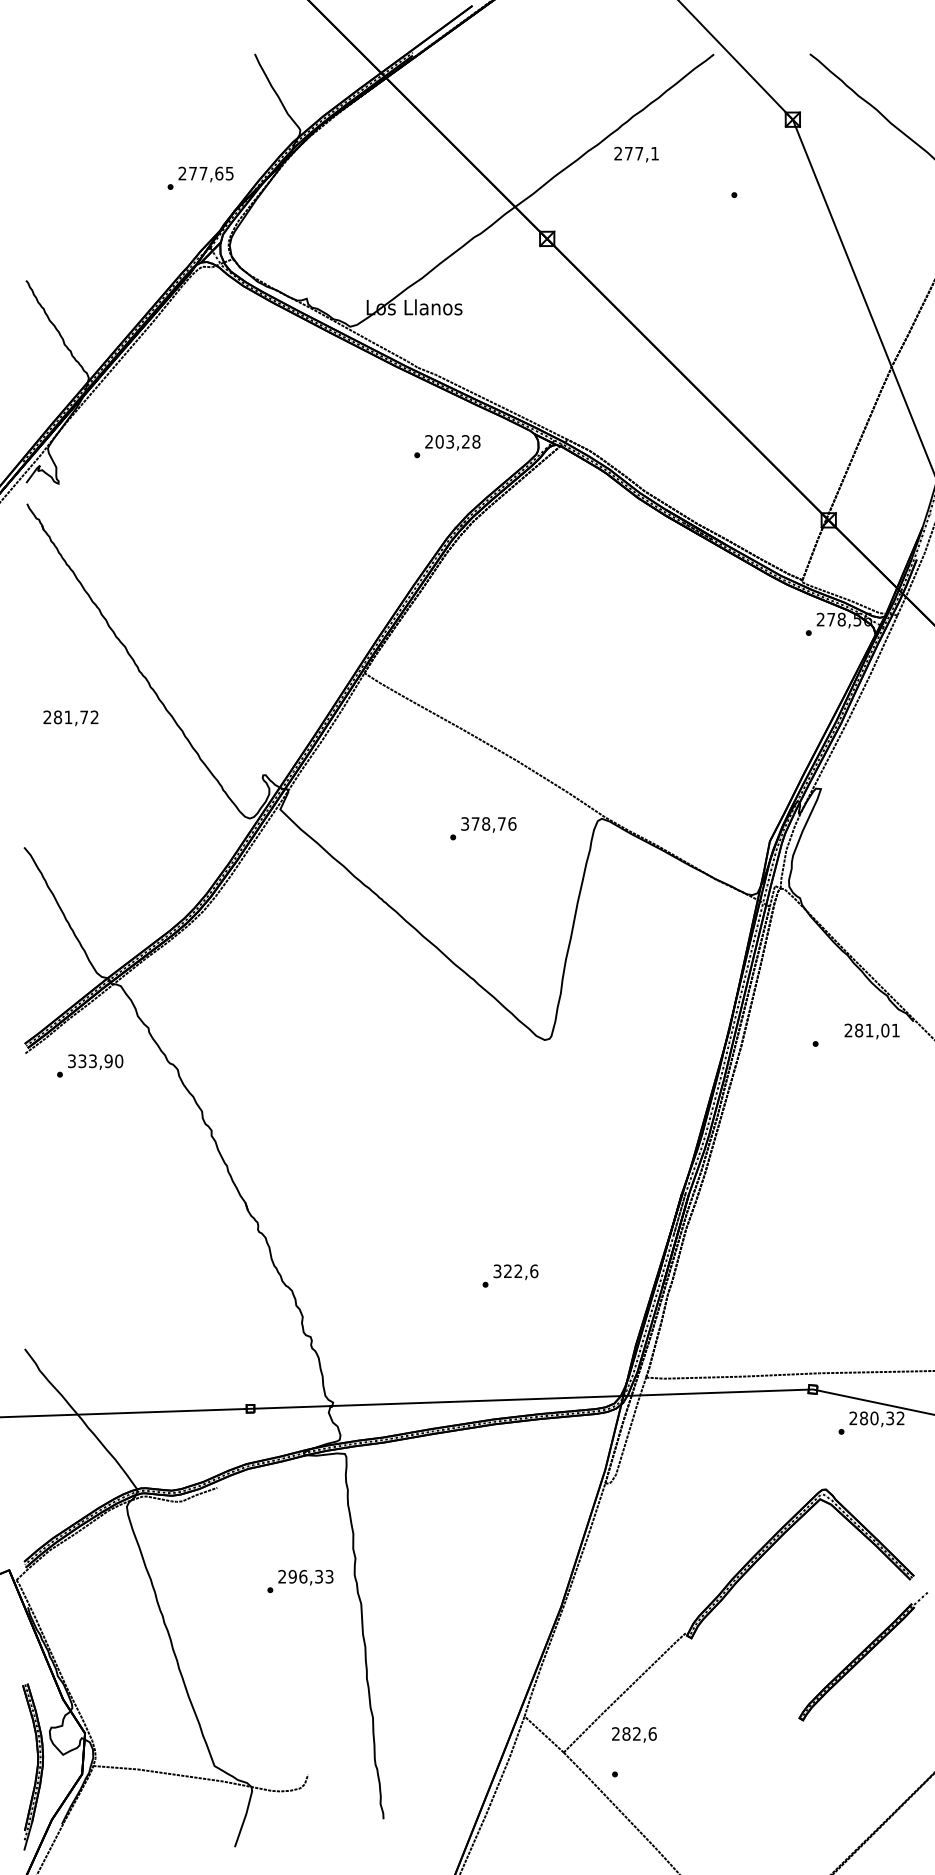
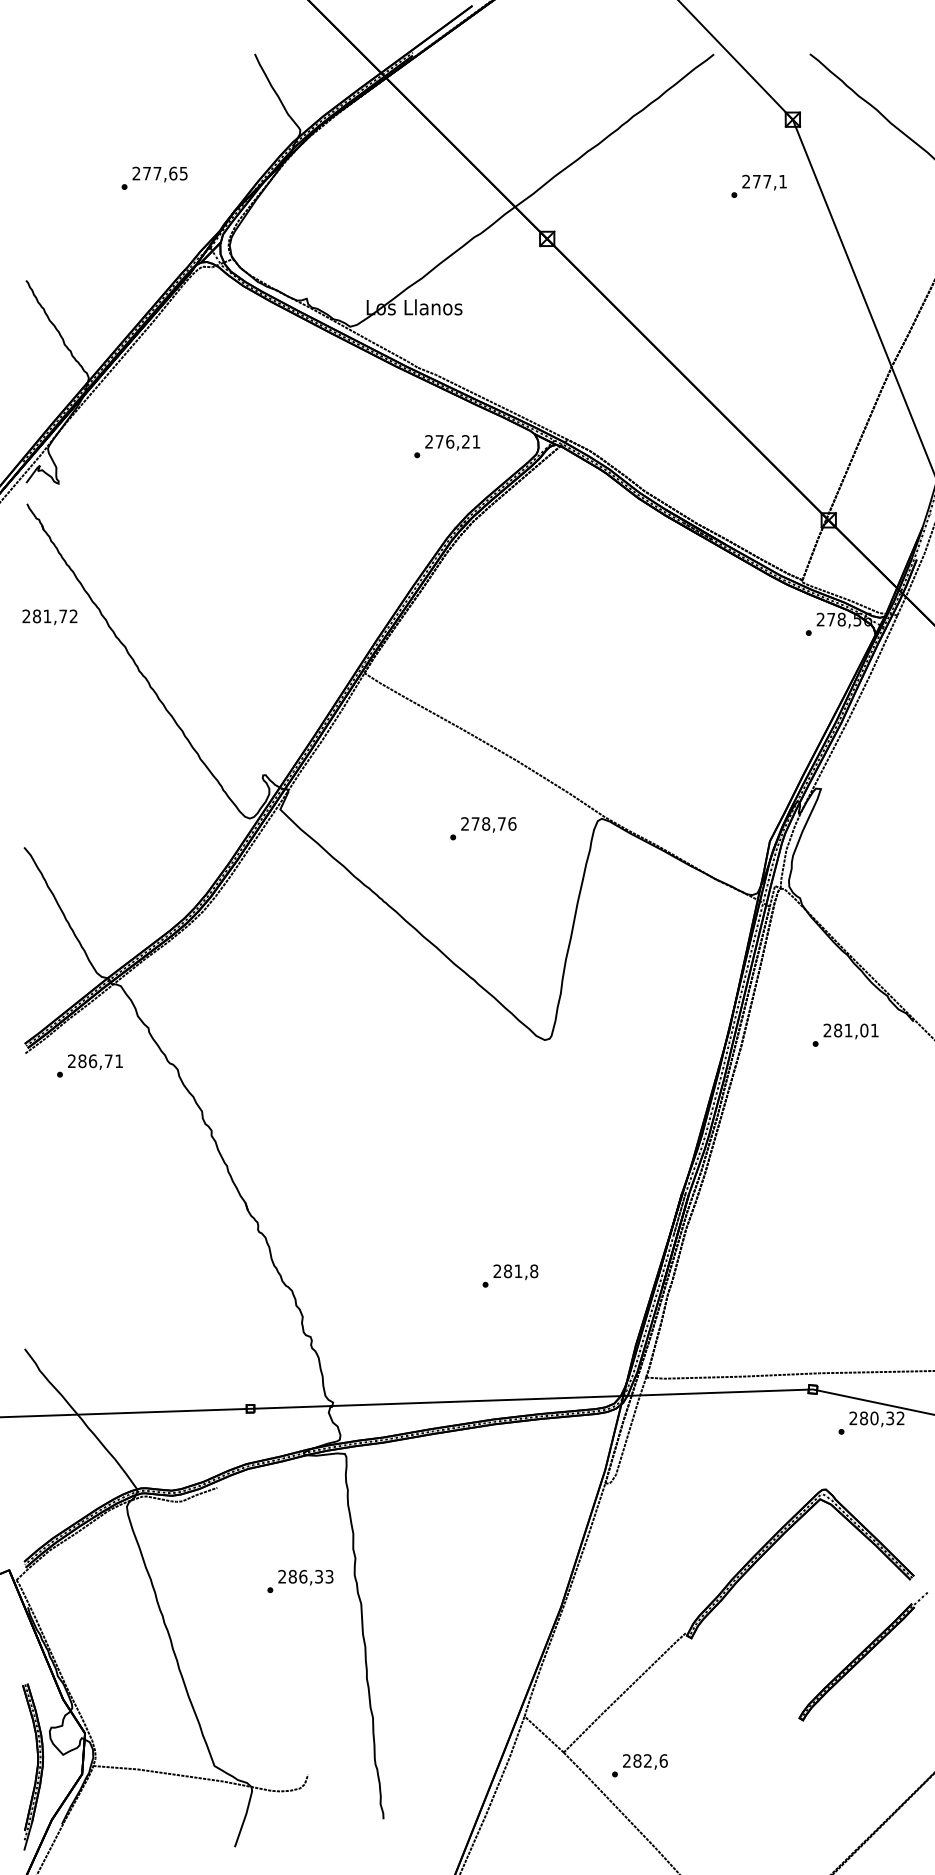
text at (636, 154) position: (636, 154) -> (764, 182)
text at (200, 177) position: (200, 177) -> (154, 177)
text at (457, 441): 203,28 -> 276,21
text at (70, 718) position: (70, 718) -> (49, 617)
text at (464, 823): 378,76 -> 278,76
text at (871, 1031) position: (871, 1031) -> (850, 1031)
text at (95, 1061): 333,90 -> 286,71
text at (515, 1271): 322,6 -> 281,8
text at (292, 1576): 296,33 -> 286,33
text at (634, 1734) position: (634, 1734) -> (645, 1761)
